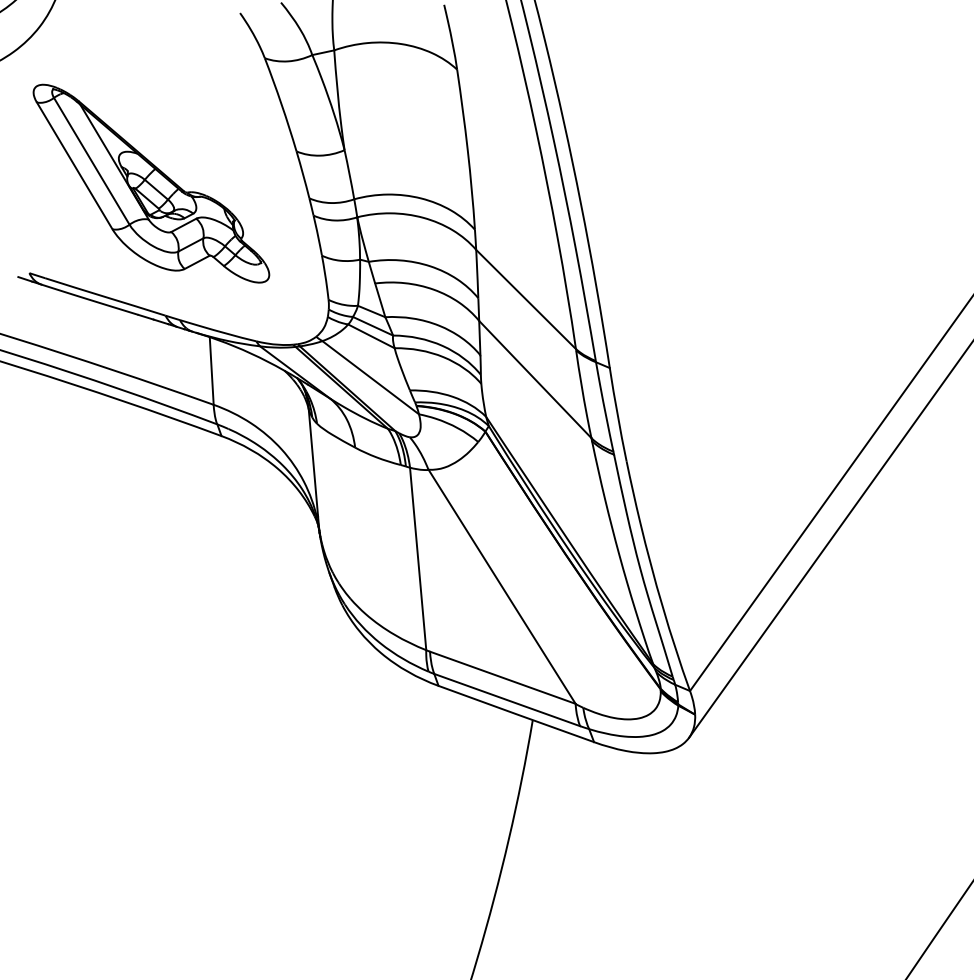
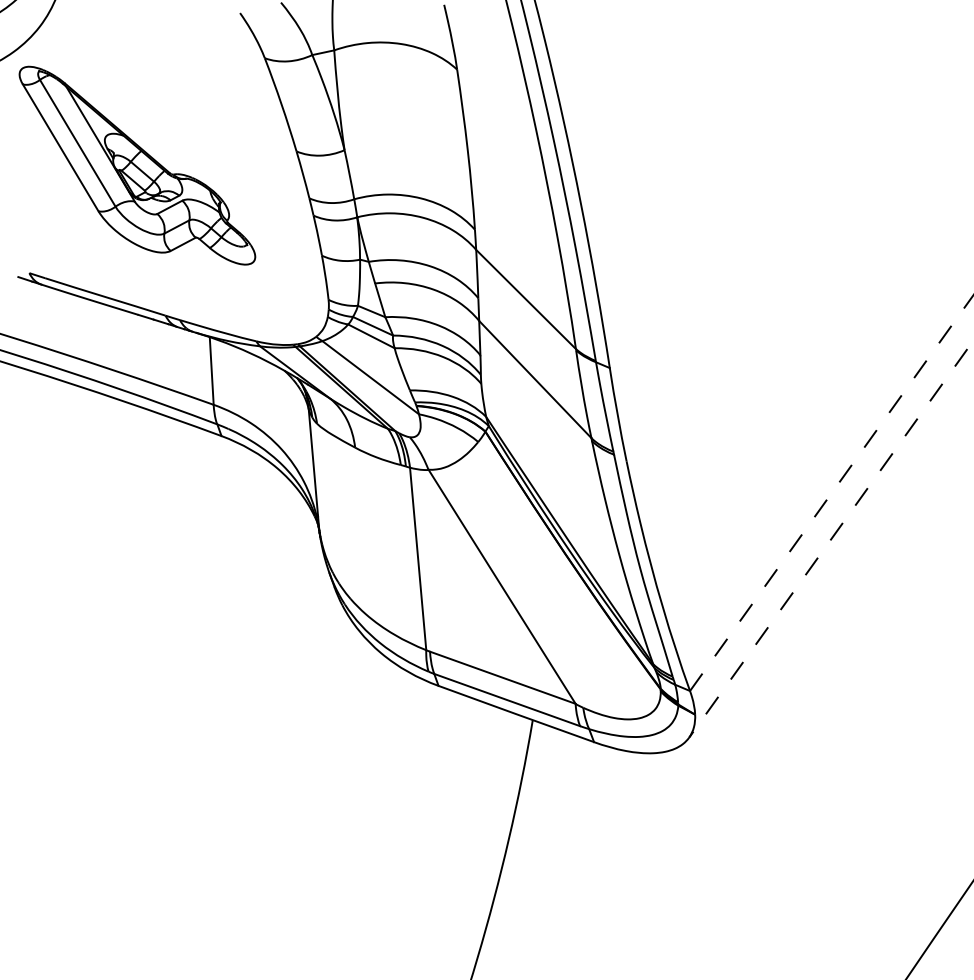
part at (151, 183) position: (151, 183) -> (137, 165)
line at (832, 492): solid -> dashed
line at (831, 539): solid -> dashed
